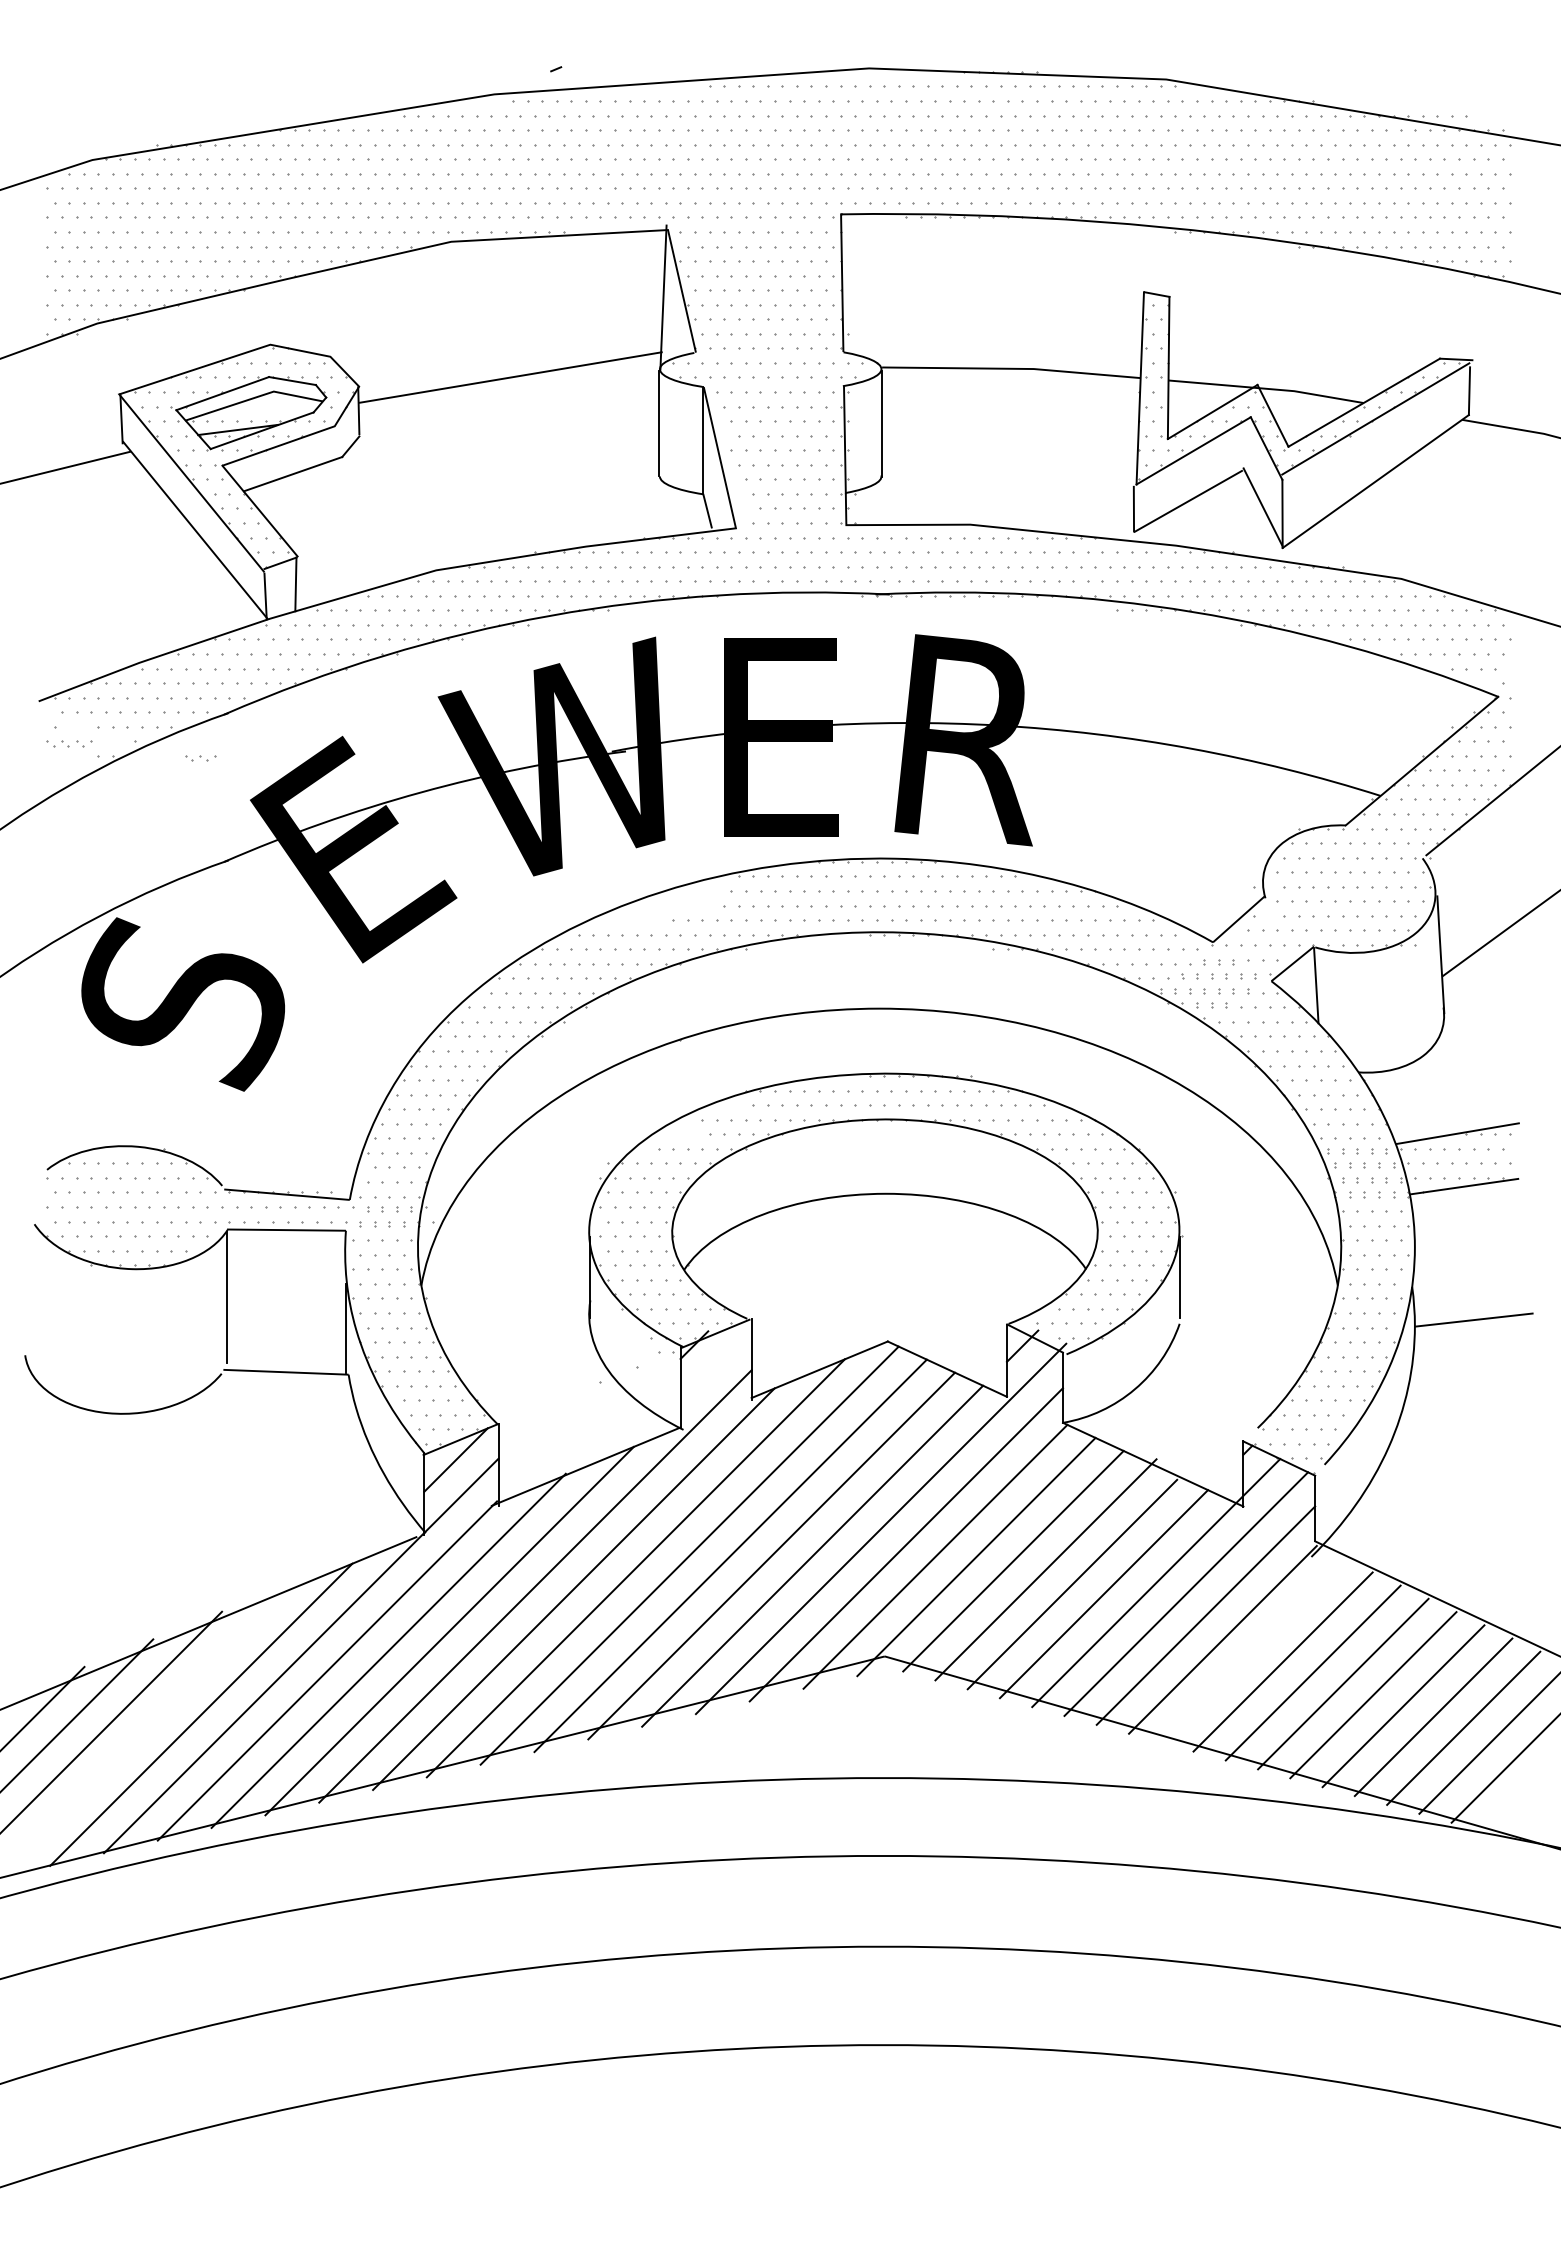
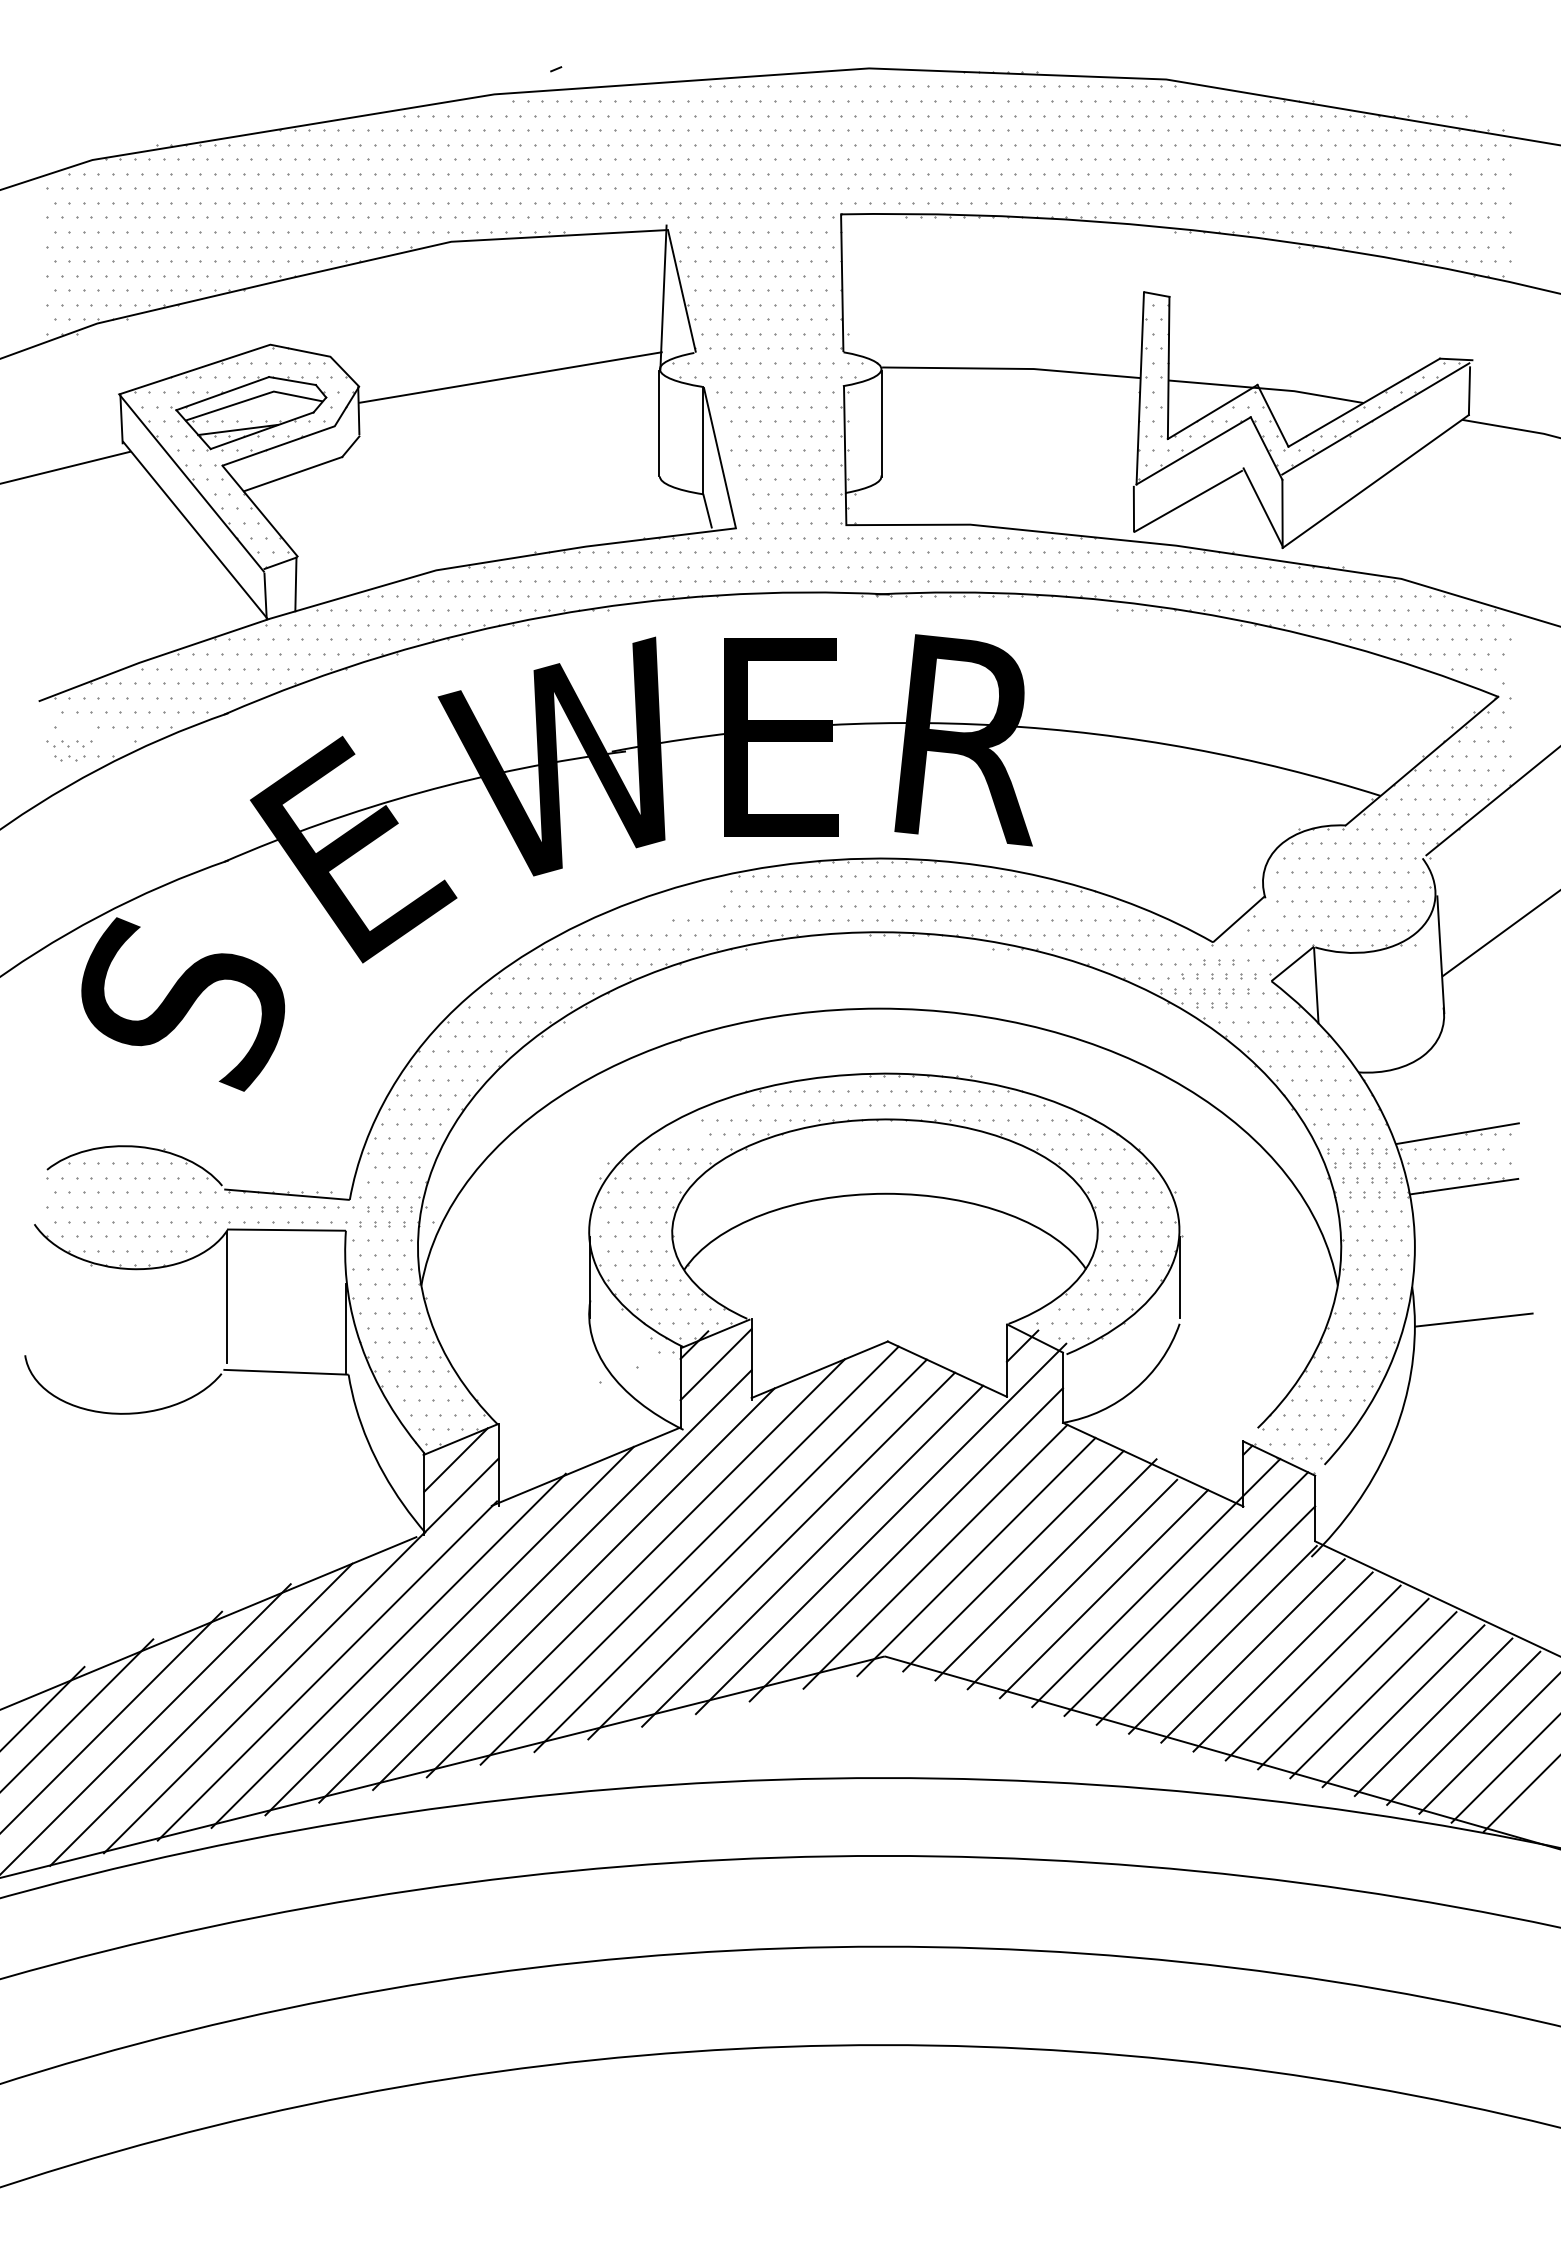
part at (200, 758) position: (200, 758) -> (69, 758)
line at (715, 1364): none -> present
line at (1252, 1650): none -> present
line at (146, 1728): none -> present
line at (1520, 1794): none -> present
